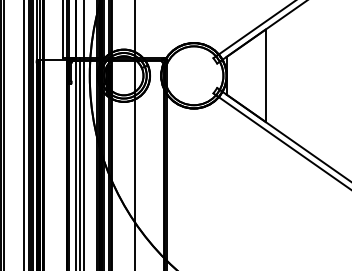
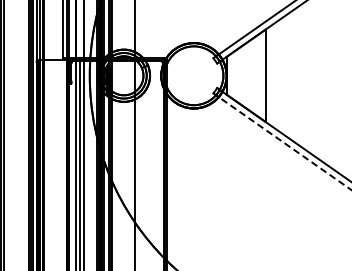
line at (24, 134): present -> none
line at (285, 143): solid -> dashed
